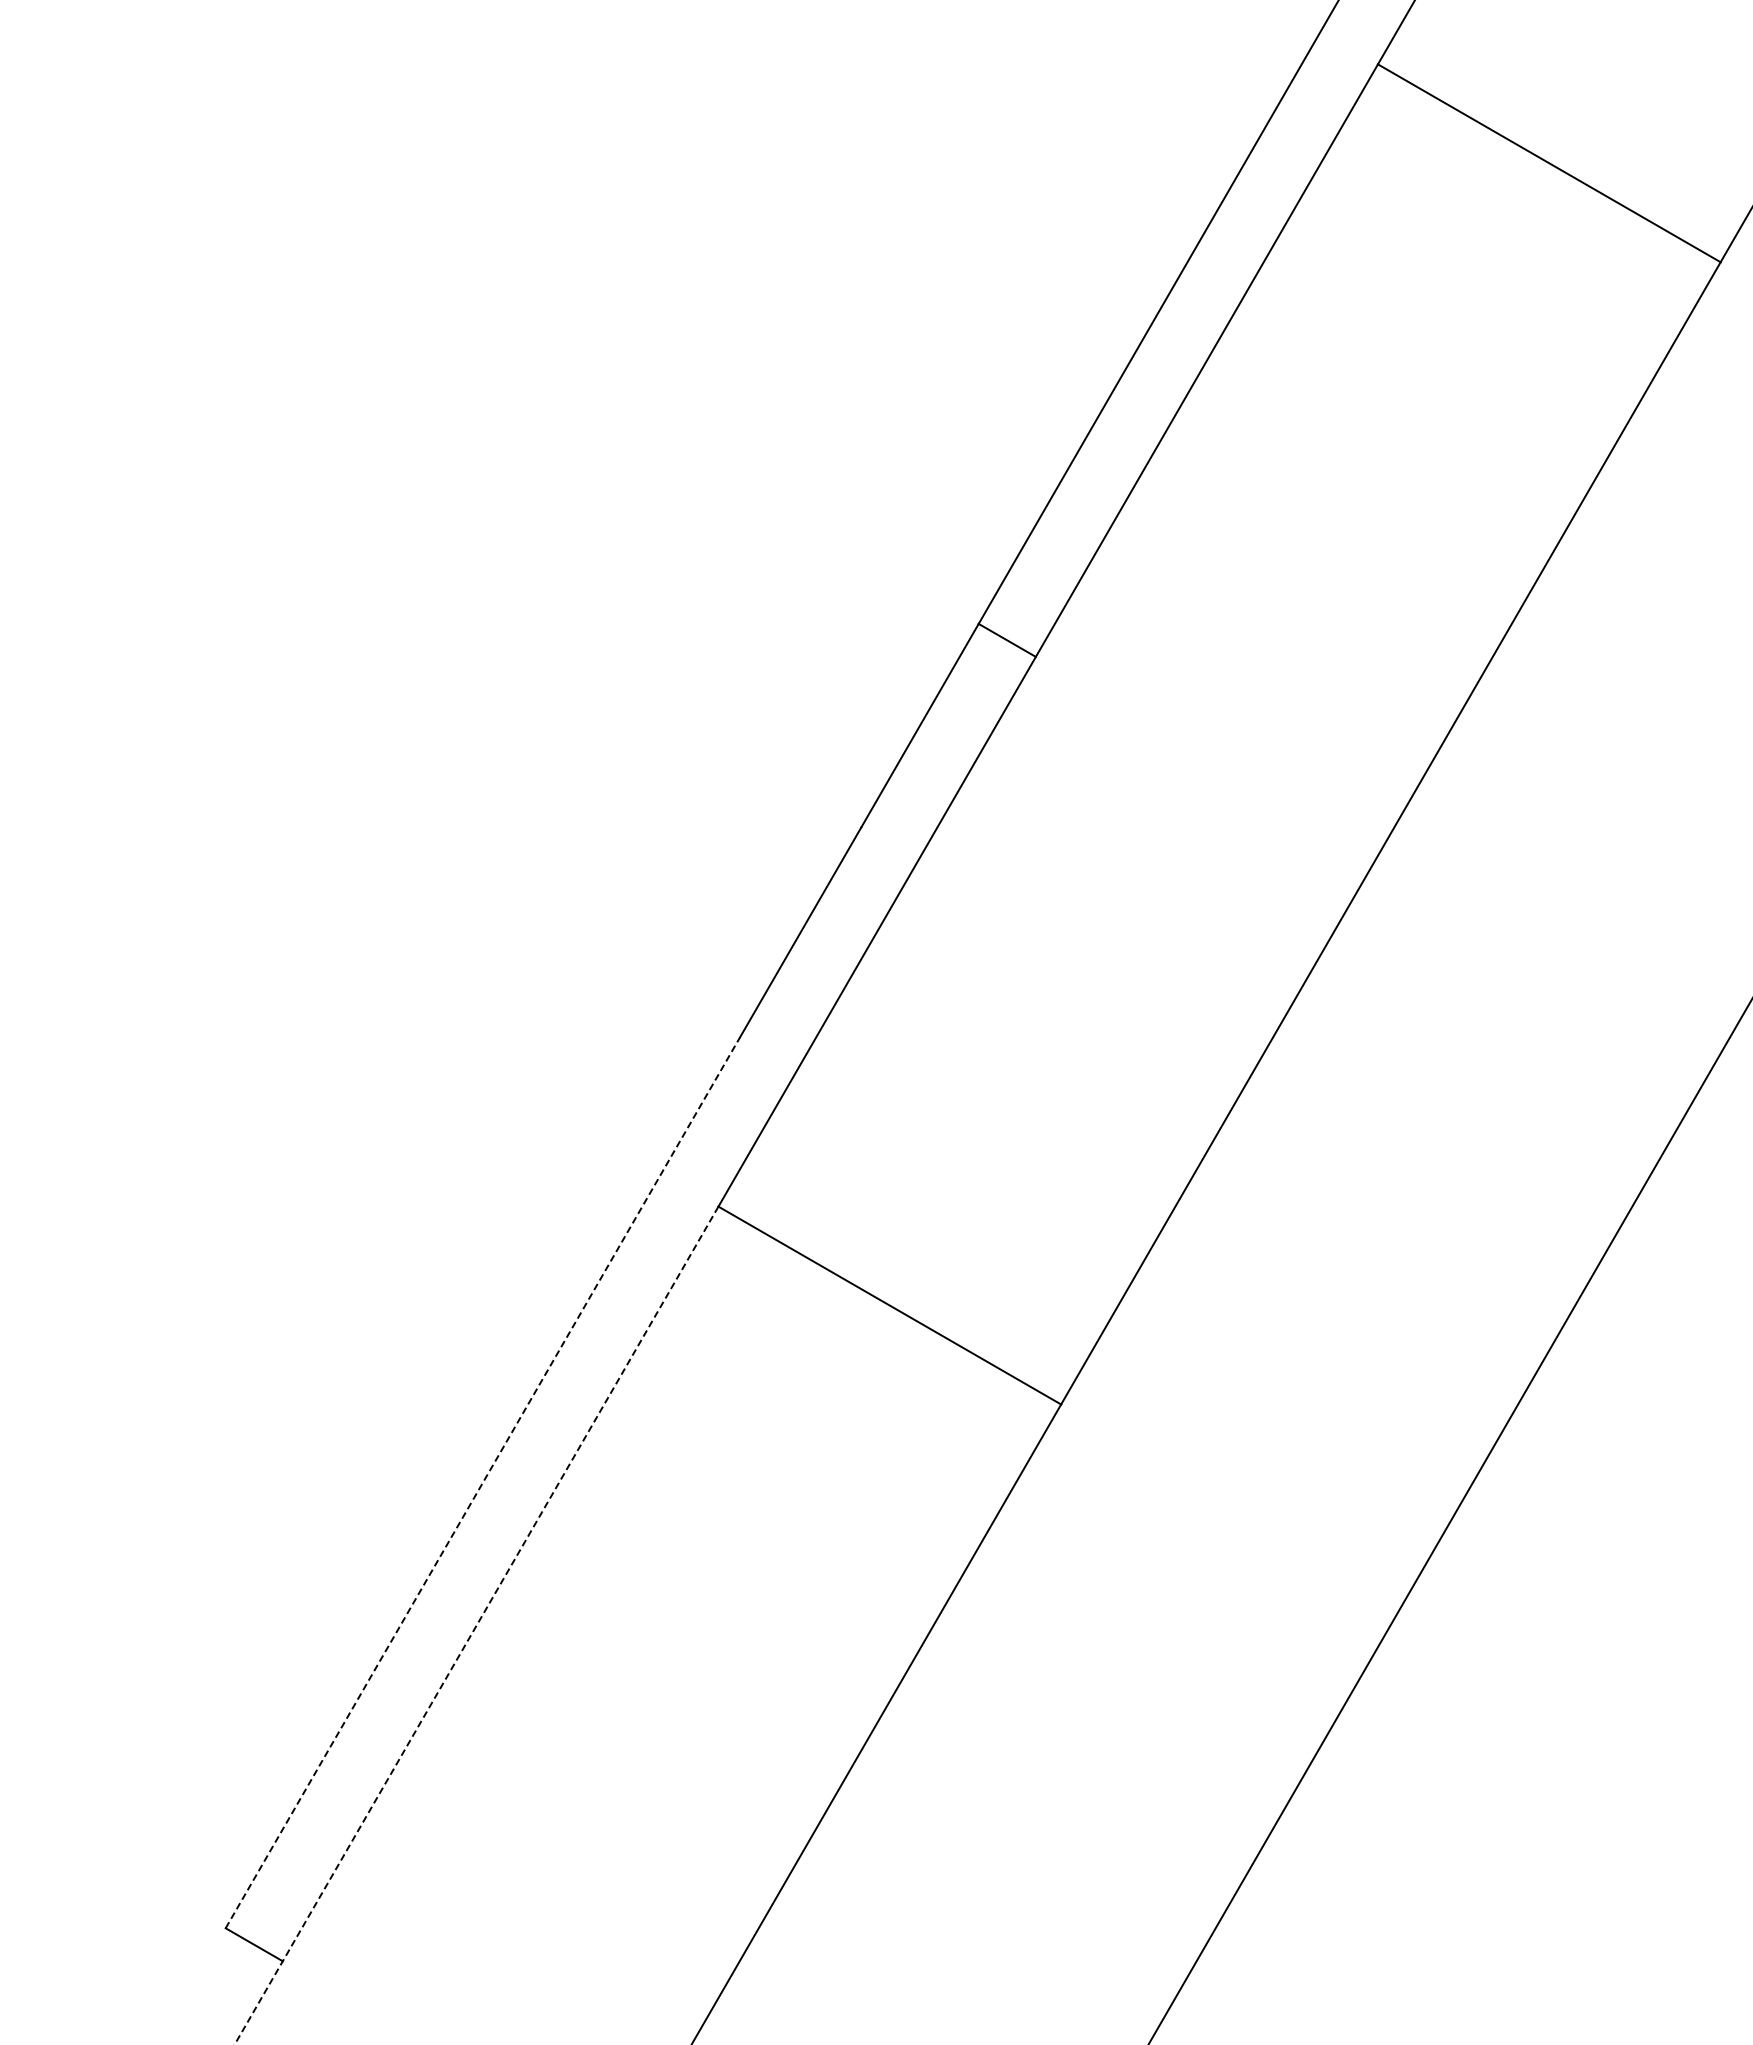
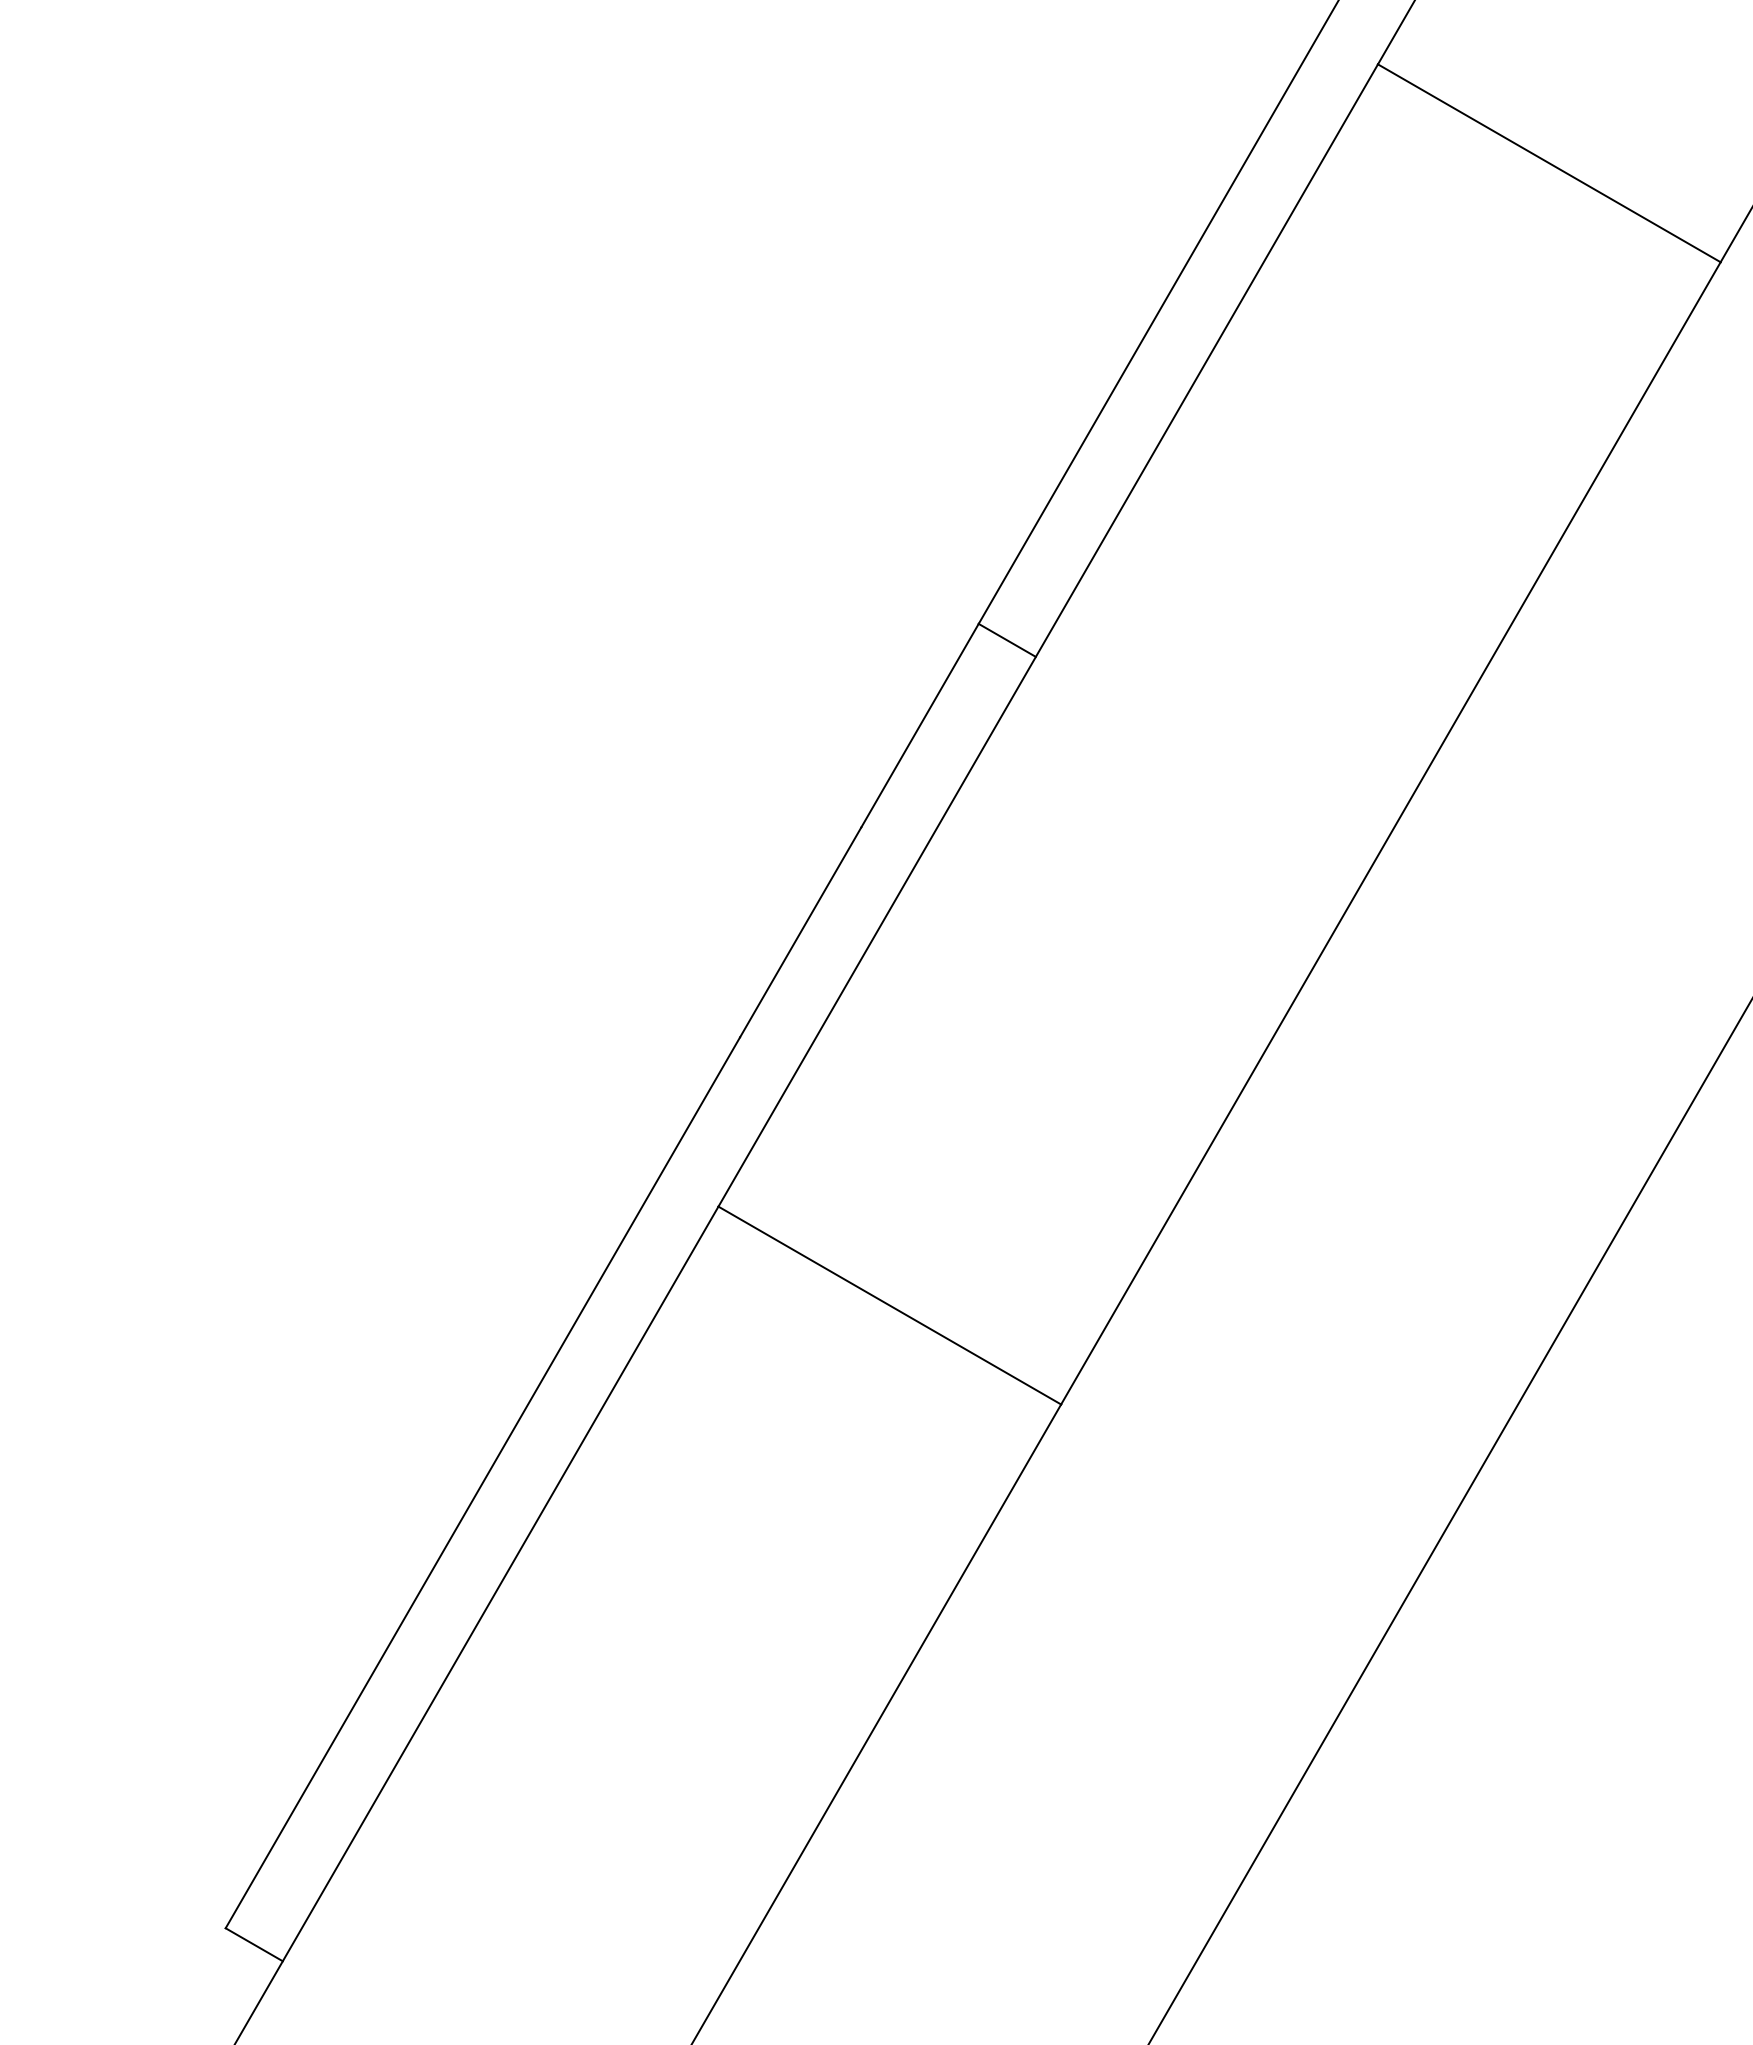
line at (483, 1482): dashed -> solid
line at (476, 1625): dashed -> solid
